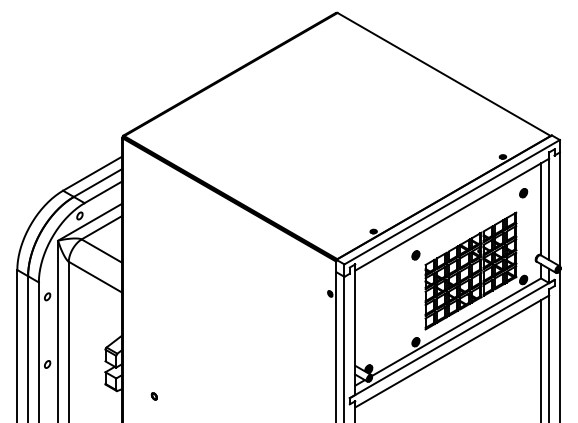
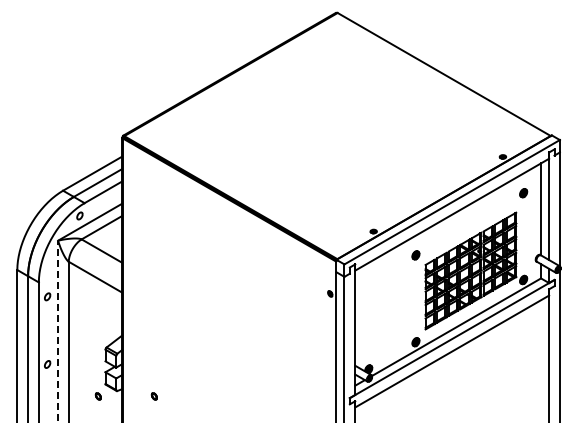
line at (58, 331): solid -> dashed
line at (541, 359): present -> none
part at (97, 396): none -> present
